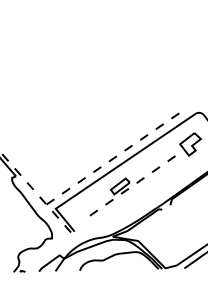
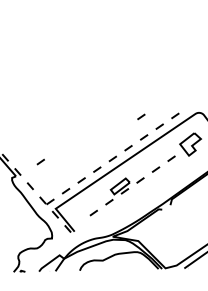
line at (141, 116): none -> present
line at (40, 161): none -> present
